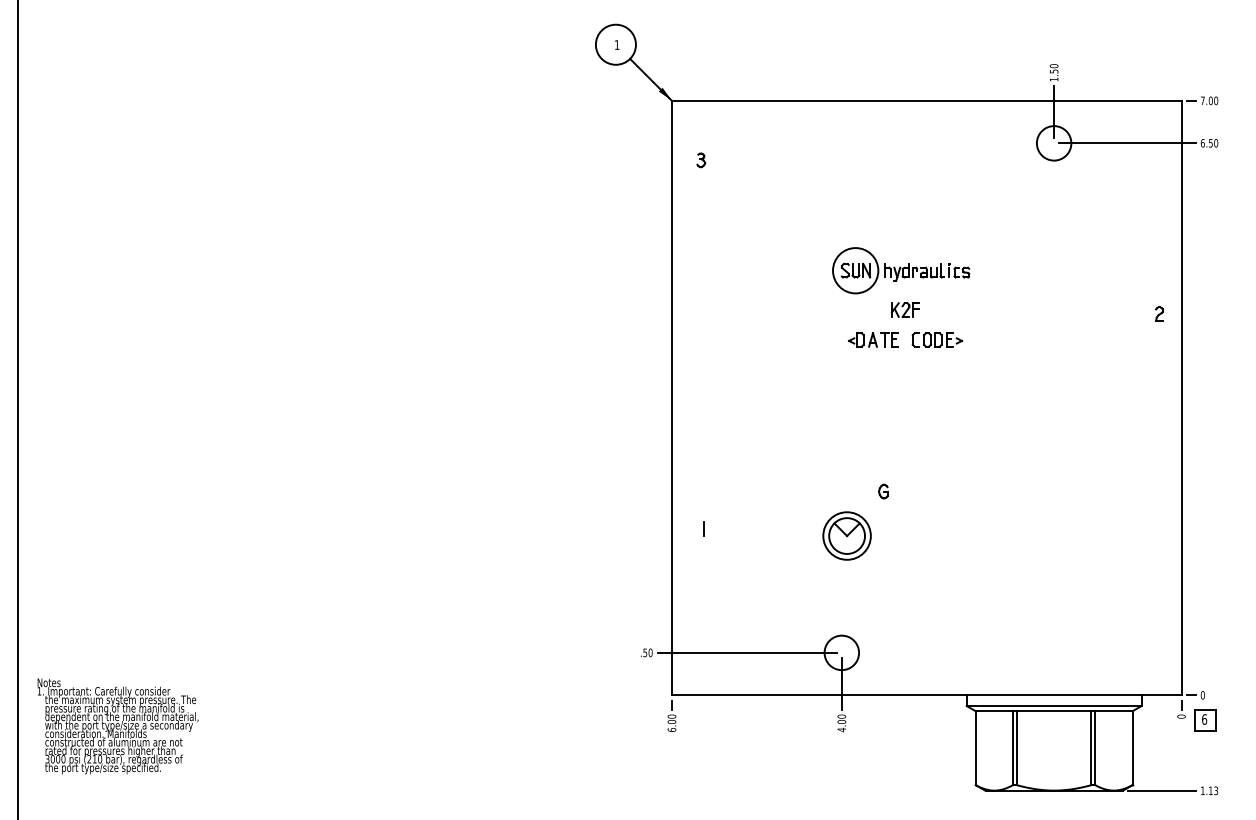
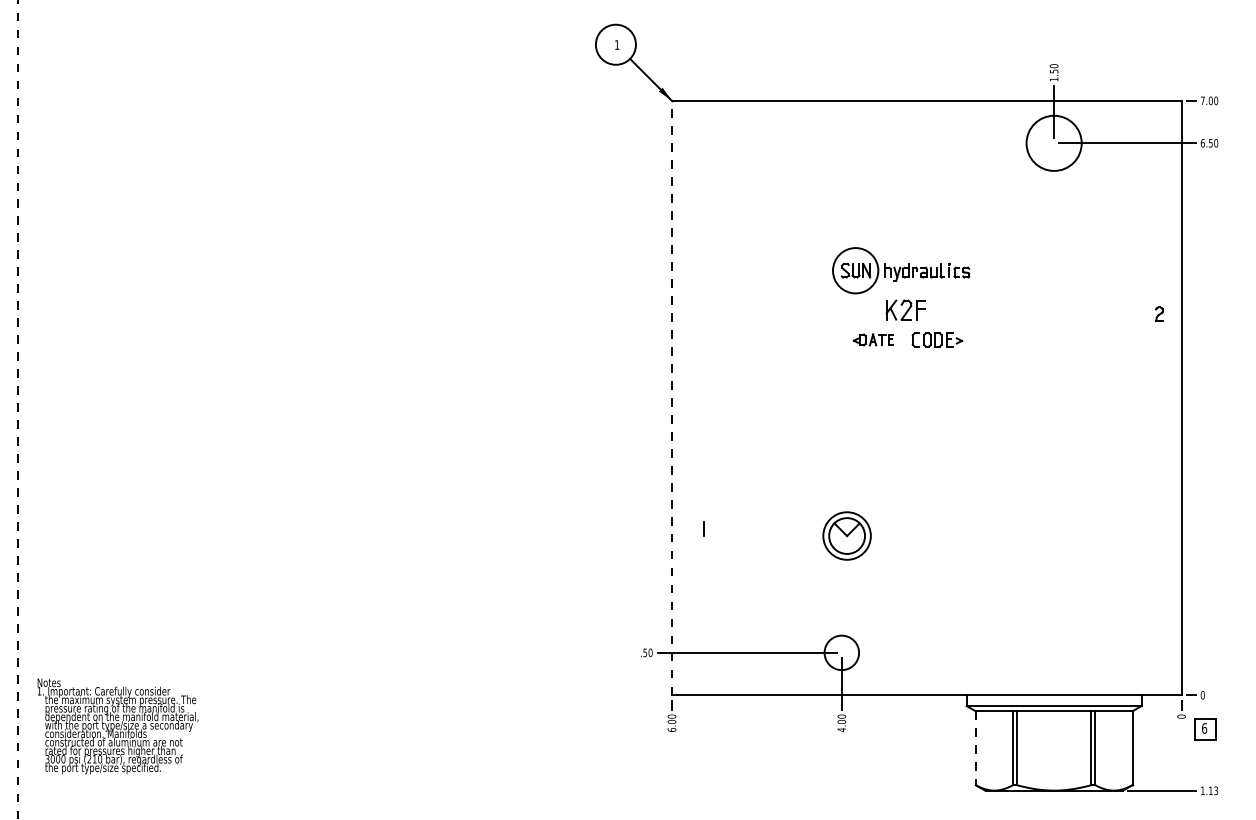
circle at (1053, 143) diameter: 34 px -> 55 px
part at (701, 160): present -> none
part at (904, 309) size: 30x16 px -> 41x22 px
part at (873, 339) size: 51x16 px -> 42x14 px
line at (671, 397): solid -> dashed
line at (18, 409): solid -> dashed
part at (883, 491): present -> none
part at (1205, 720) position: (1205, 720) -> (1205, 729)
line at (975, 748): solid -> dashed
